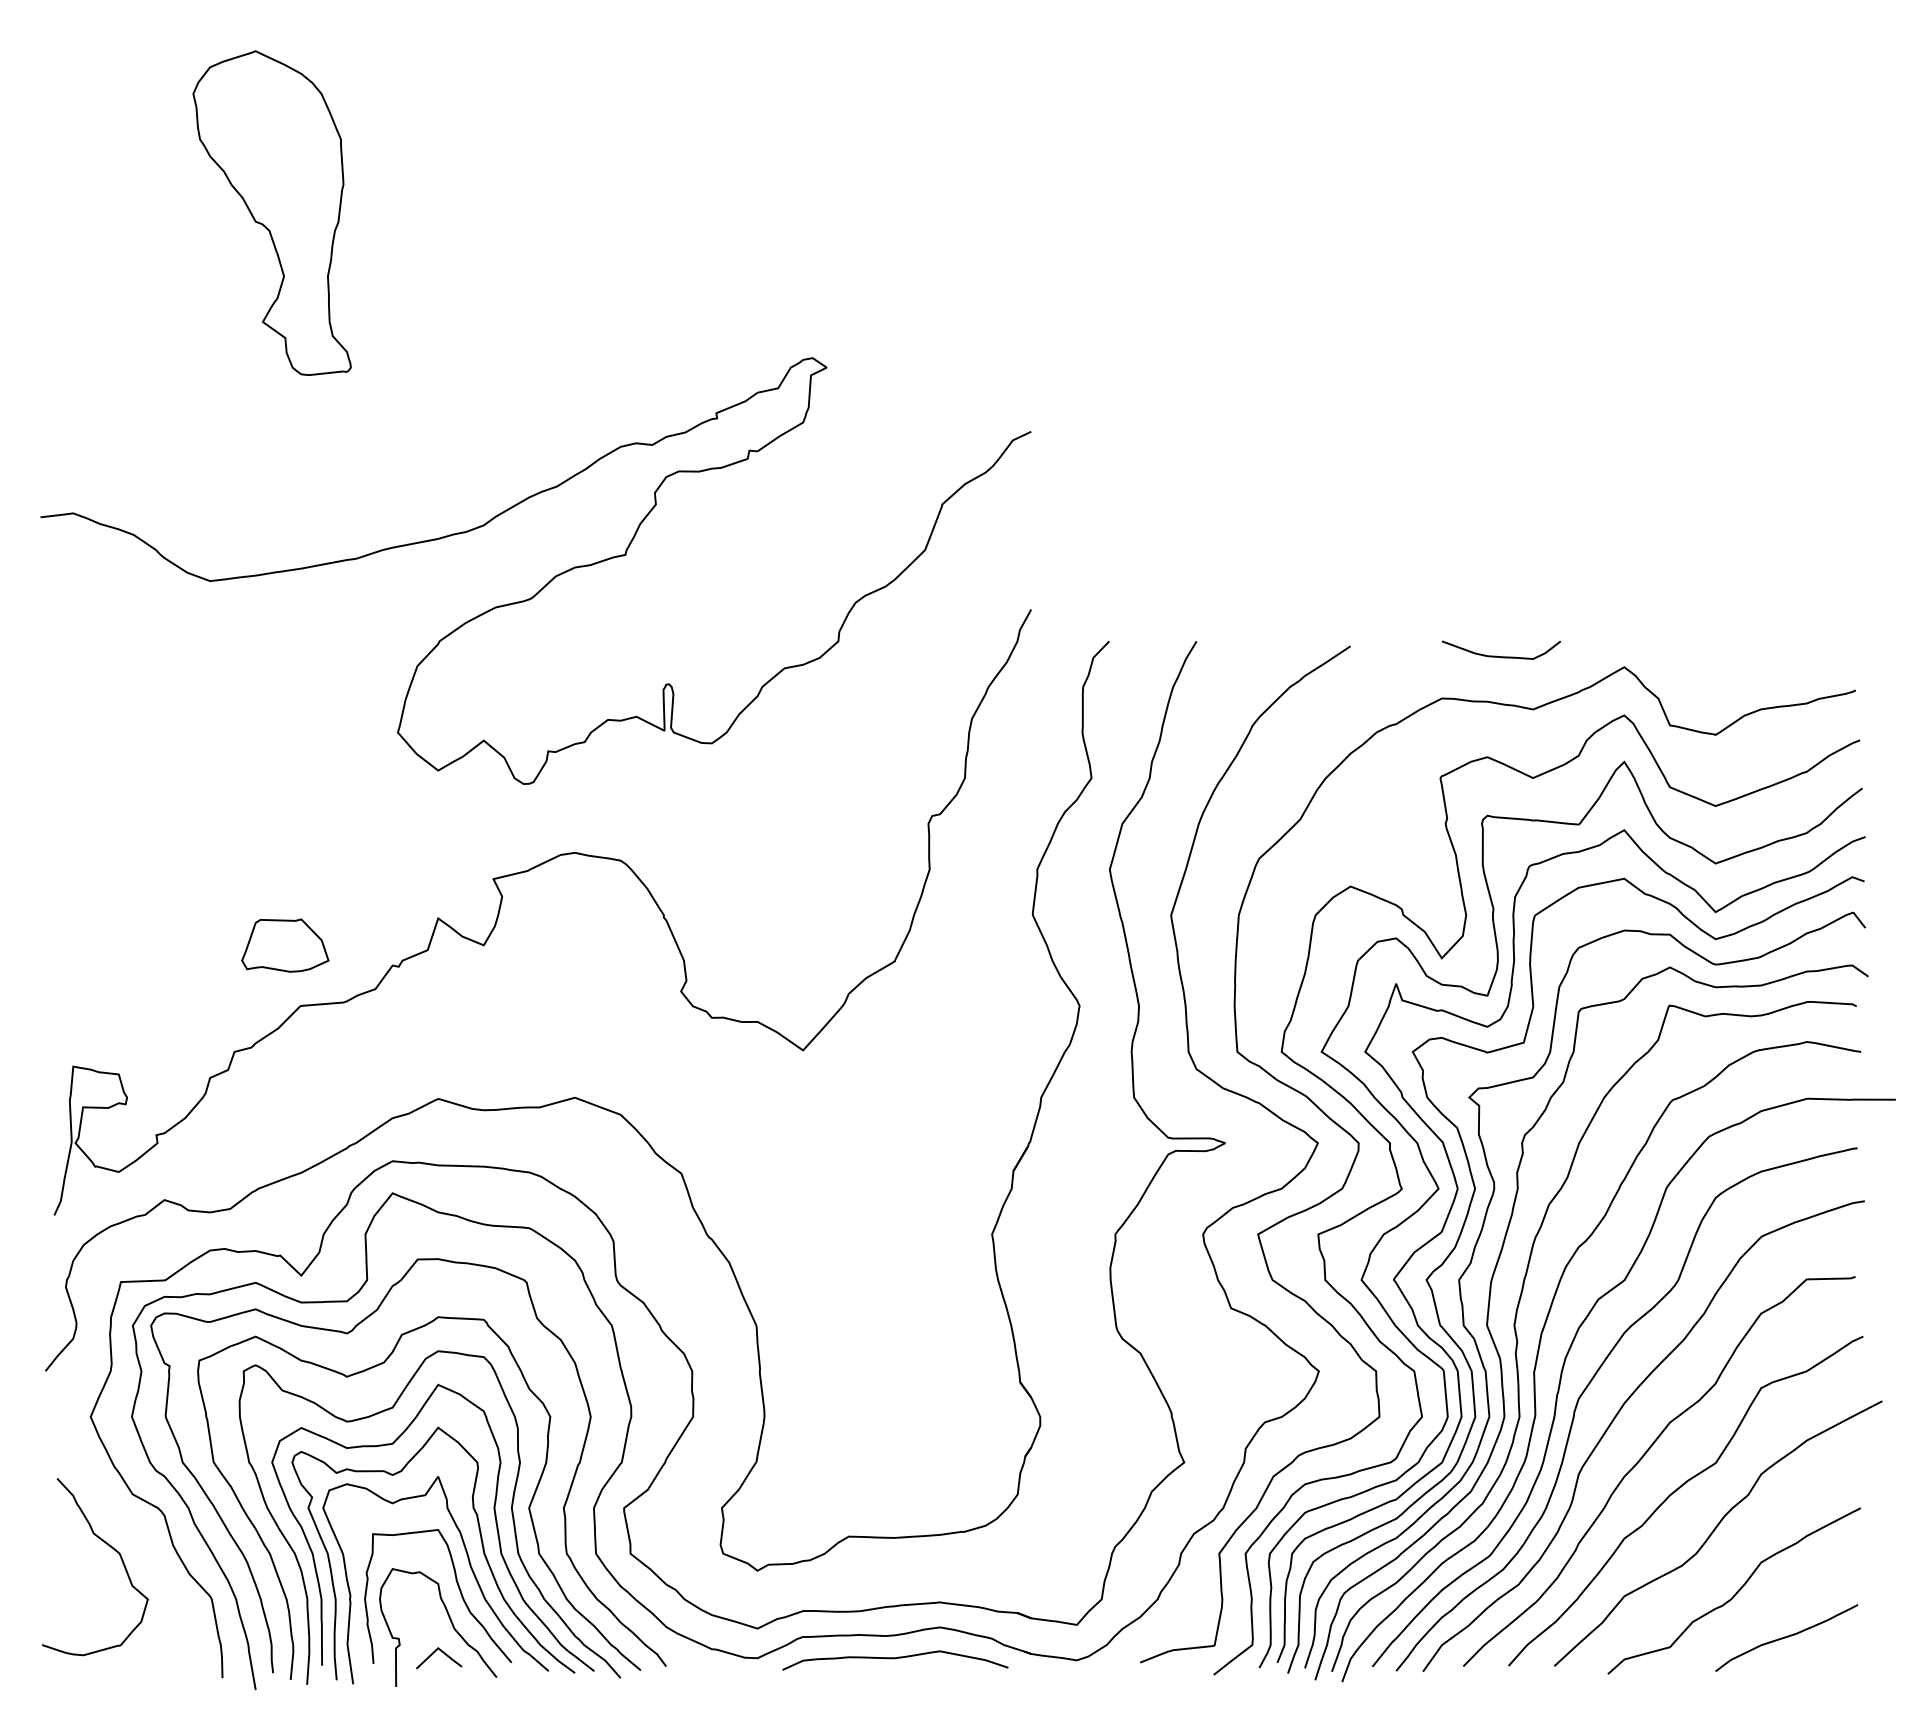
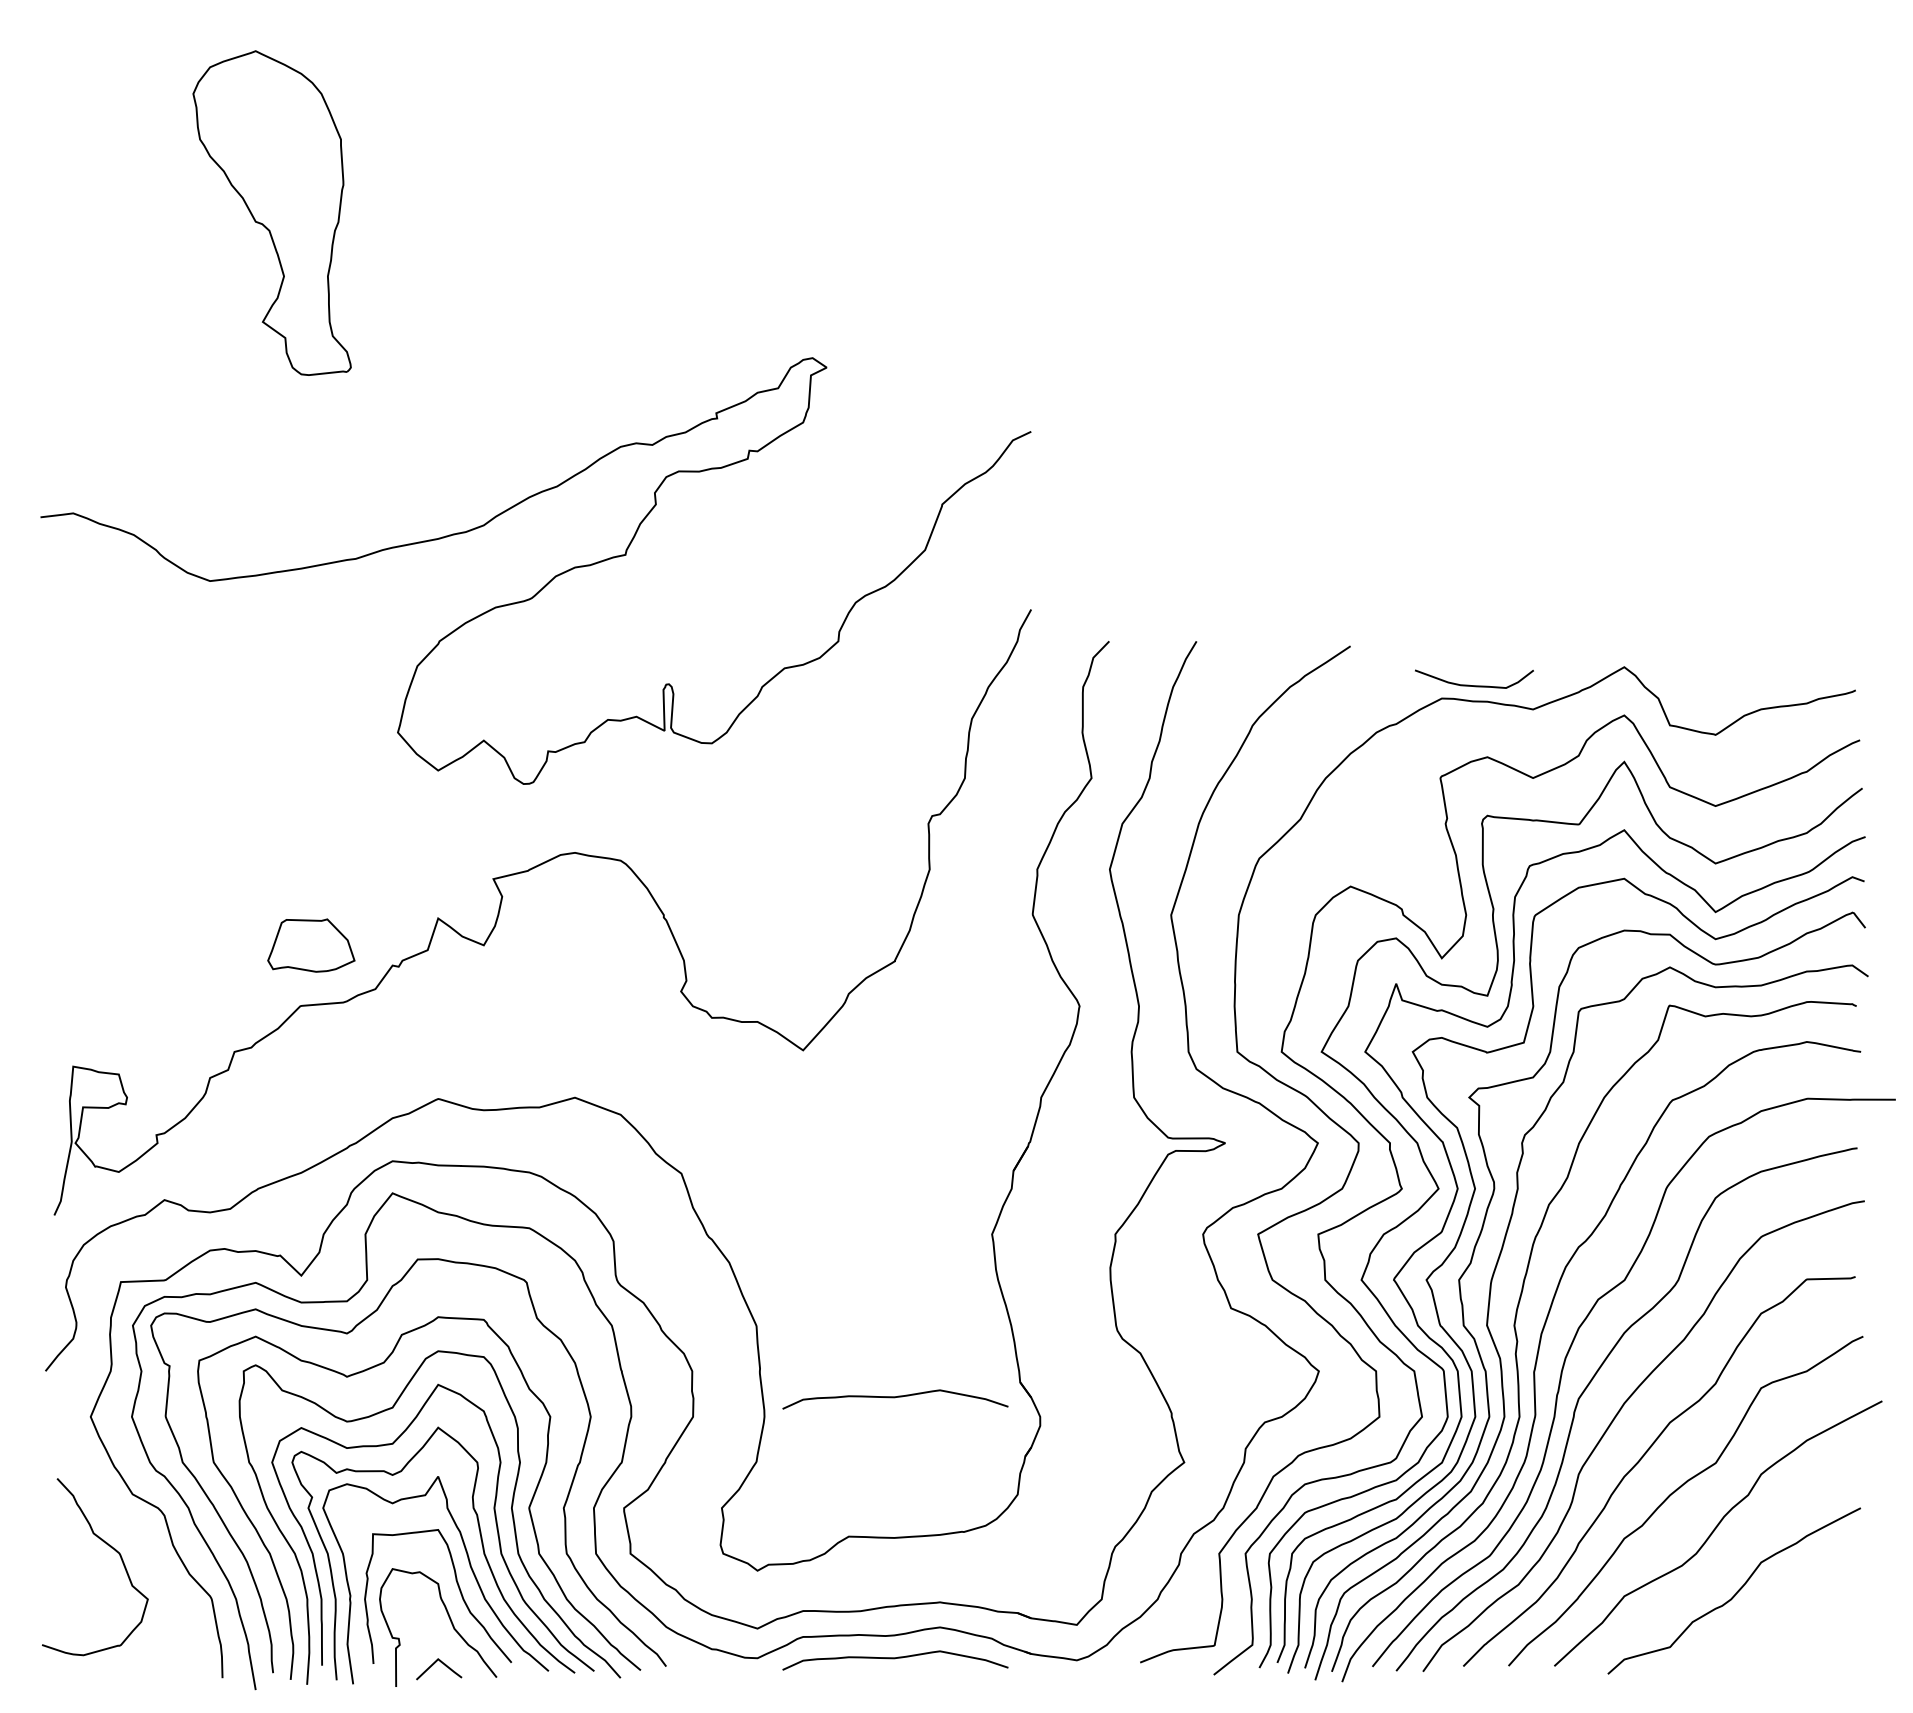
curve at (1501, 656) position: (1501, 656) -> (1474, 685)
part at (285, 945) position: (285, 945) -> (311, 945)
curve at (895, 1398): none -> present
curve at (1786, 1637): present -> none
line at (441, 1652) position: (441, 1652) -> (441, 1663)
